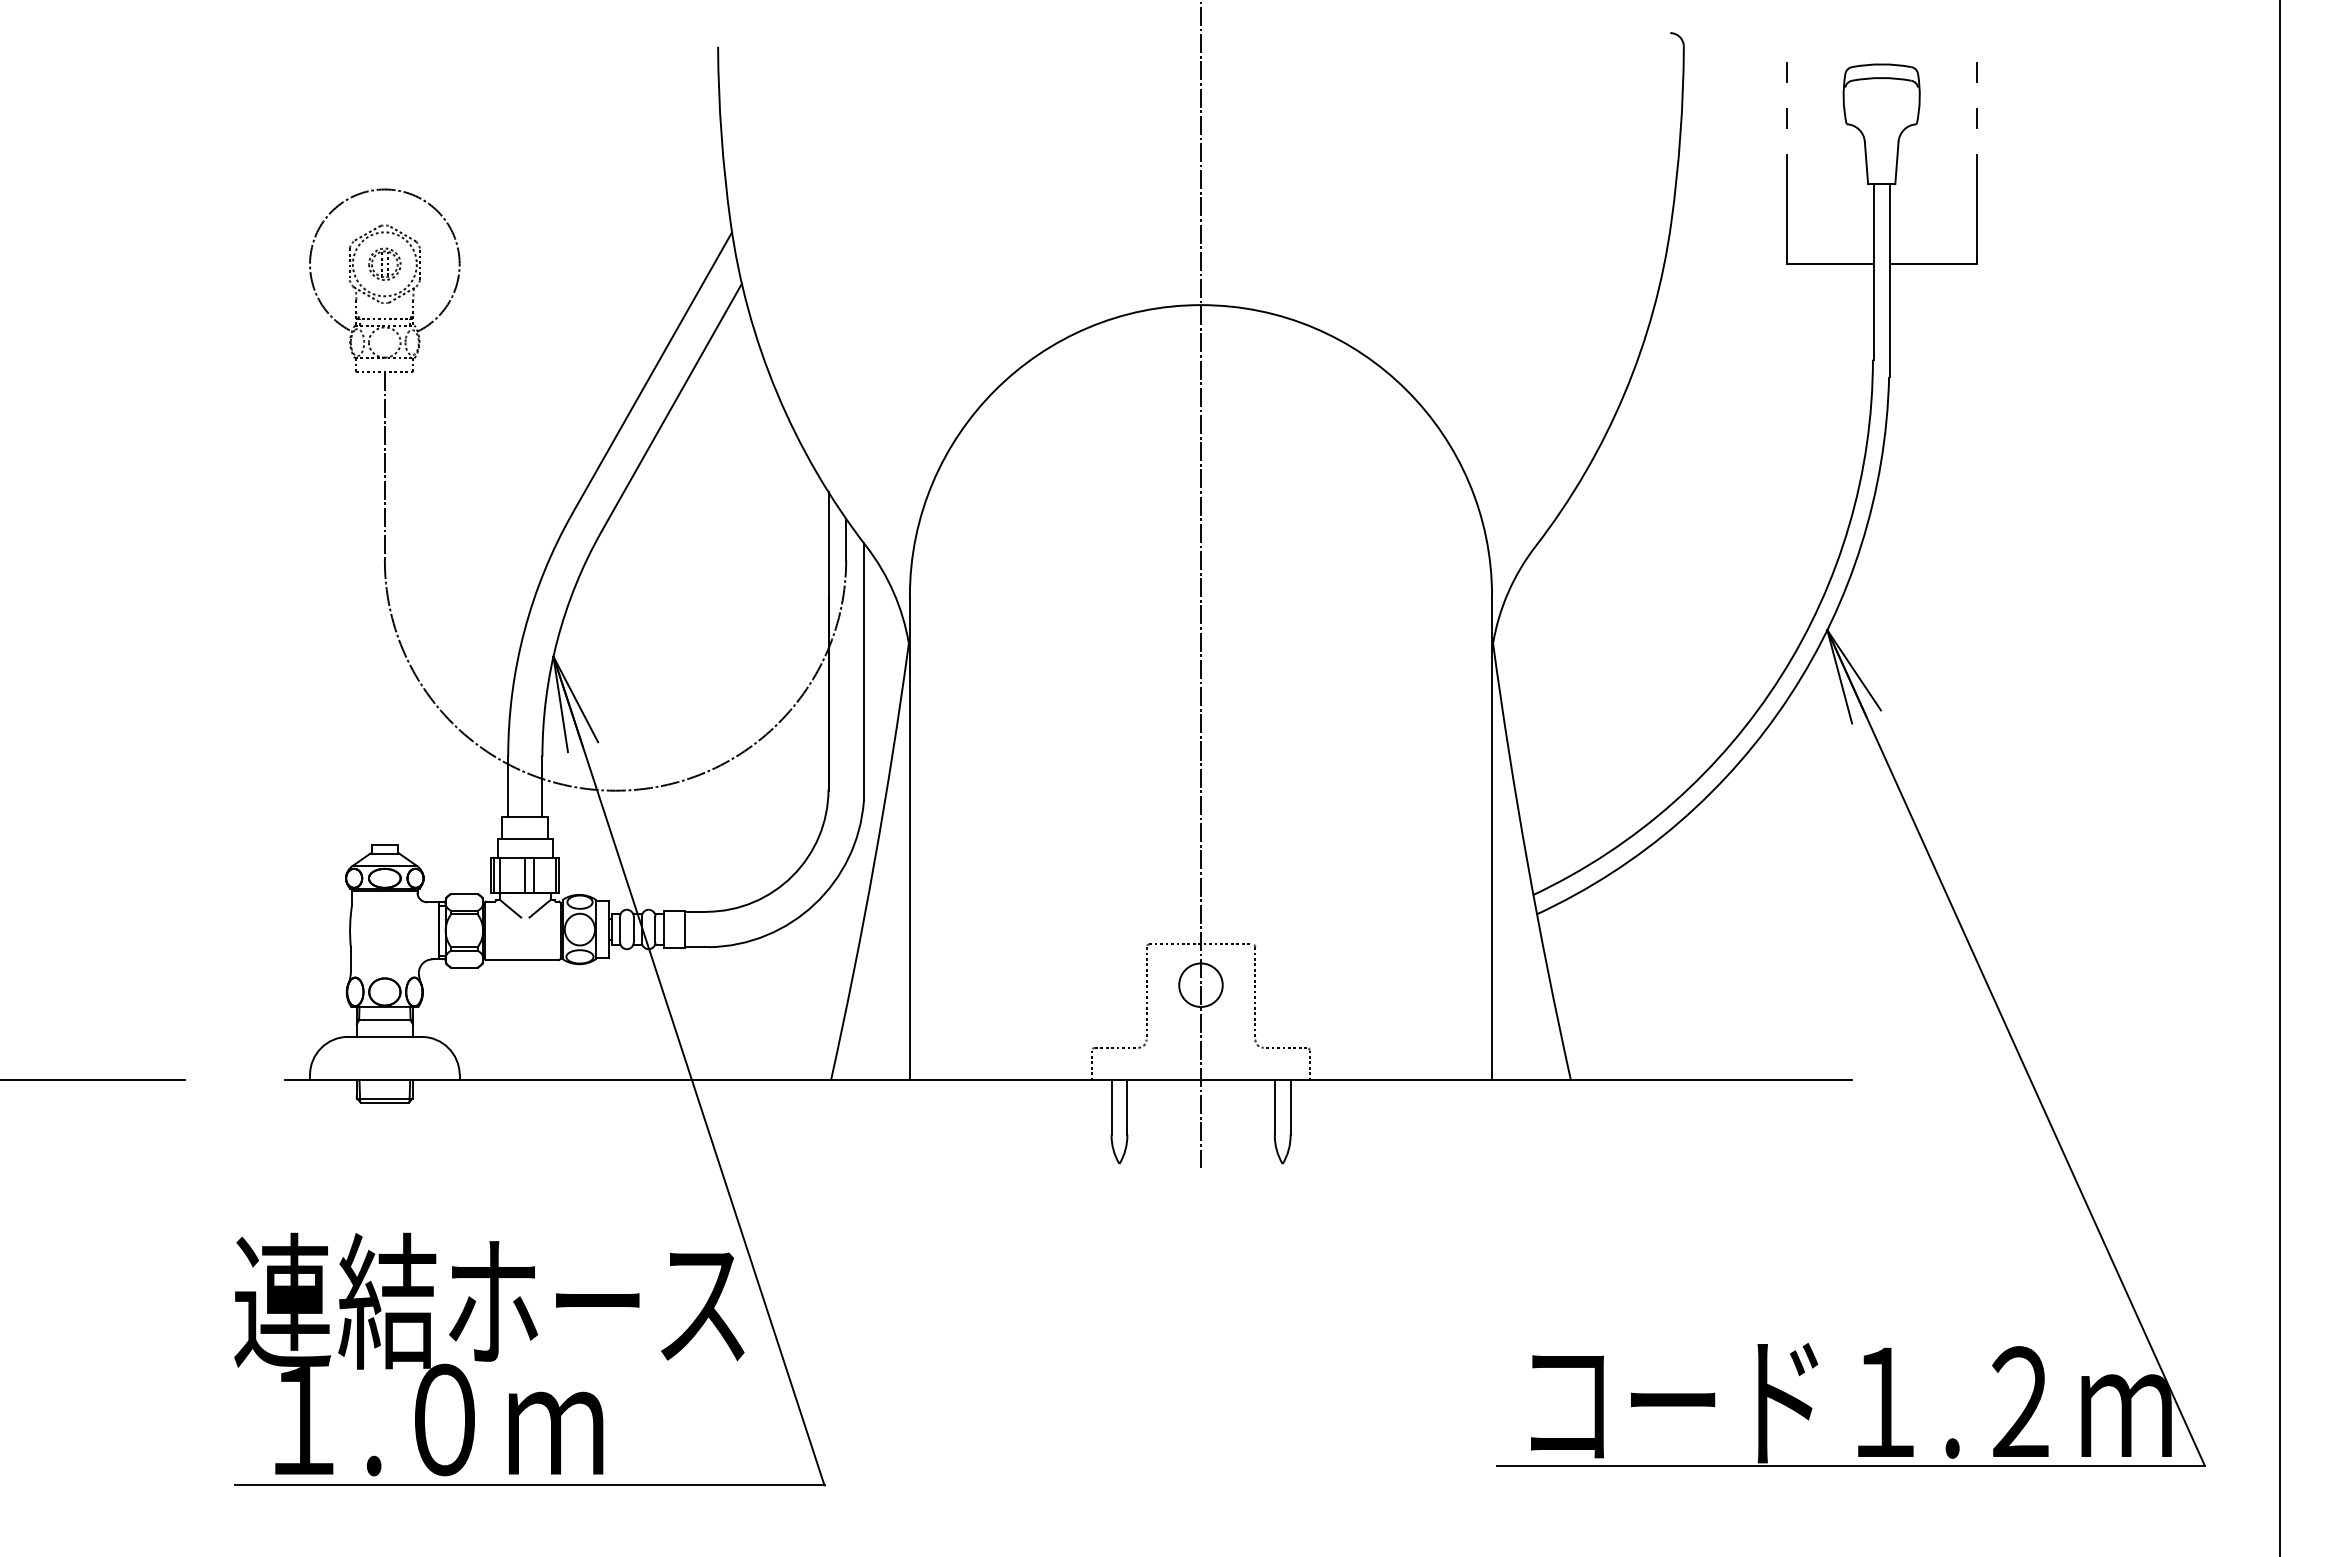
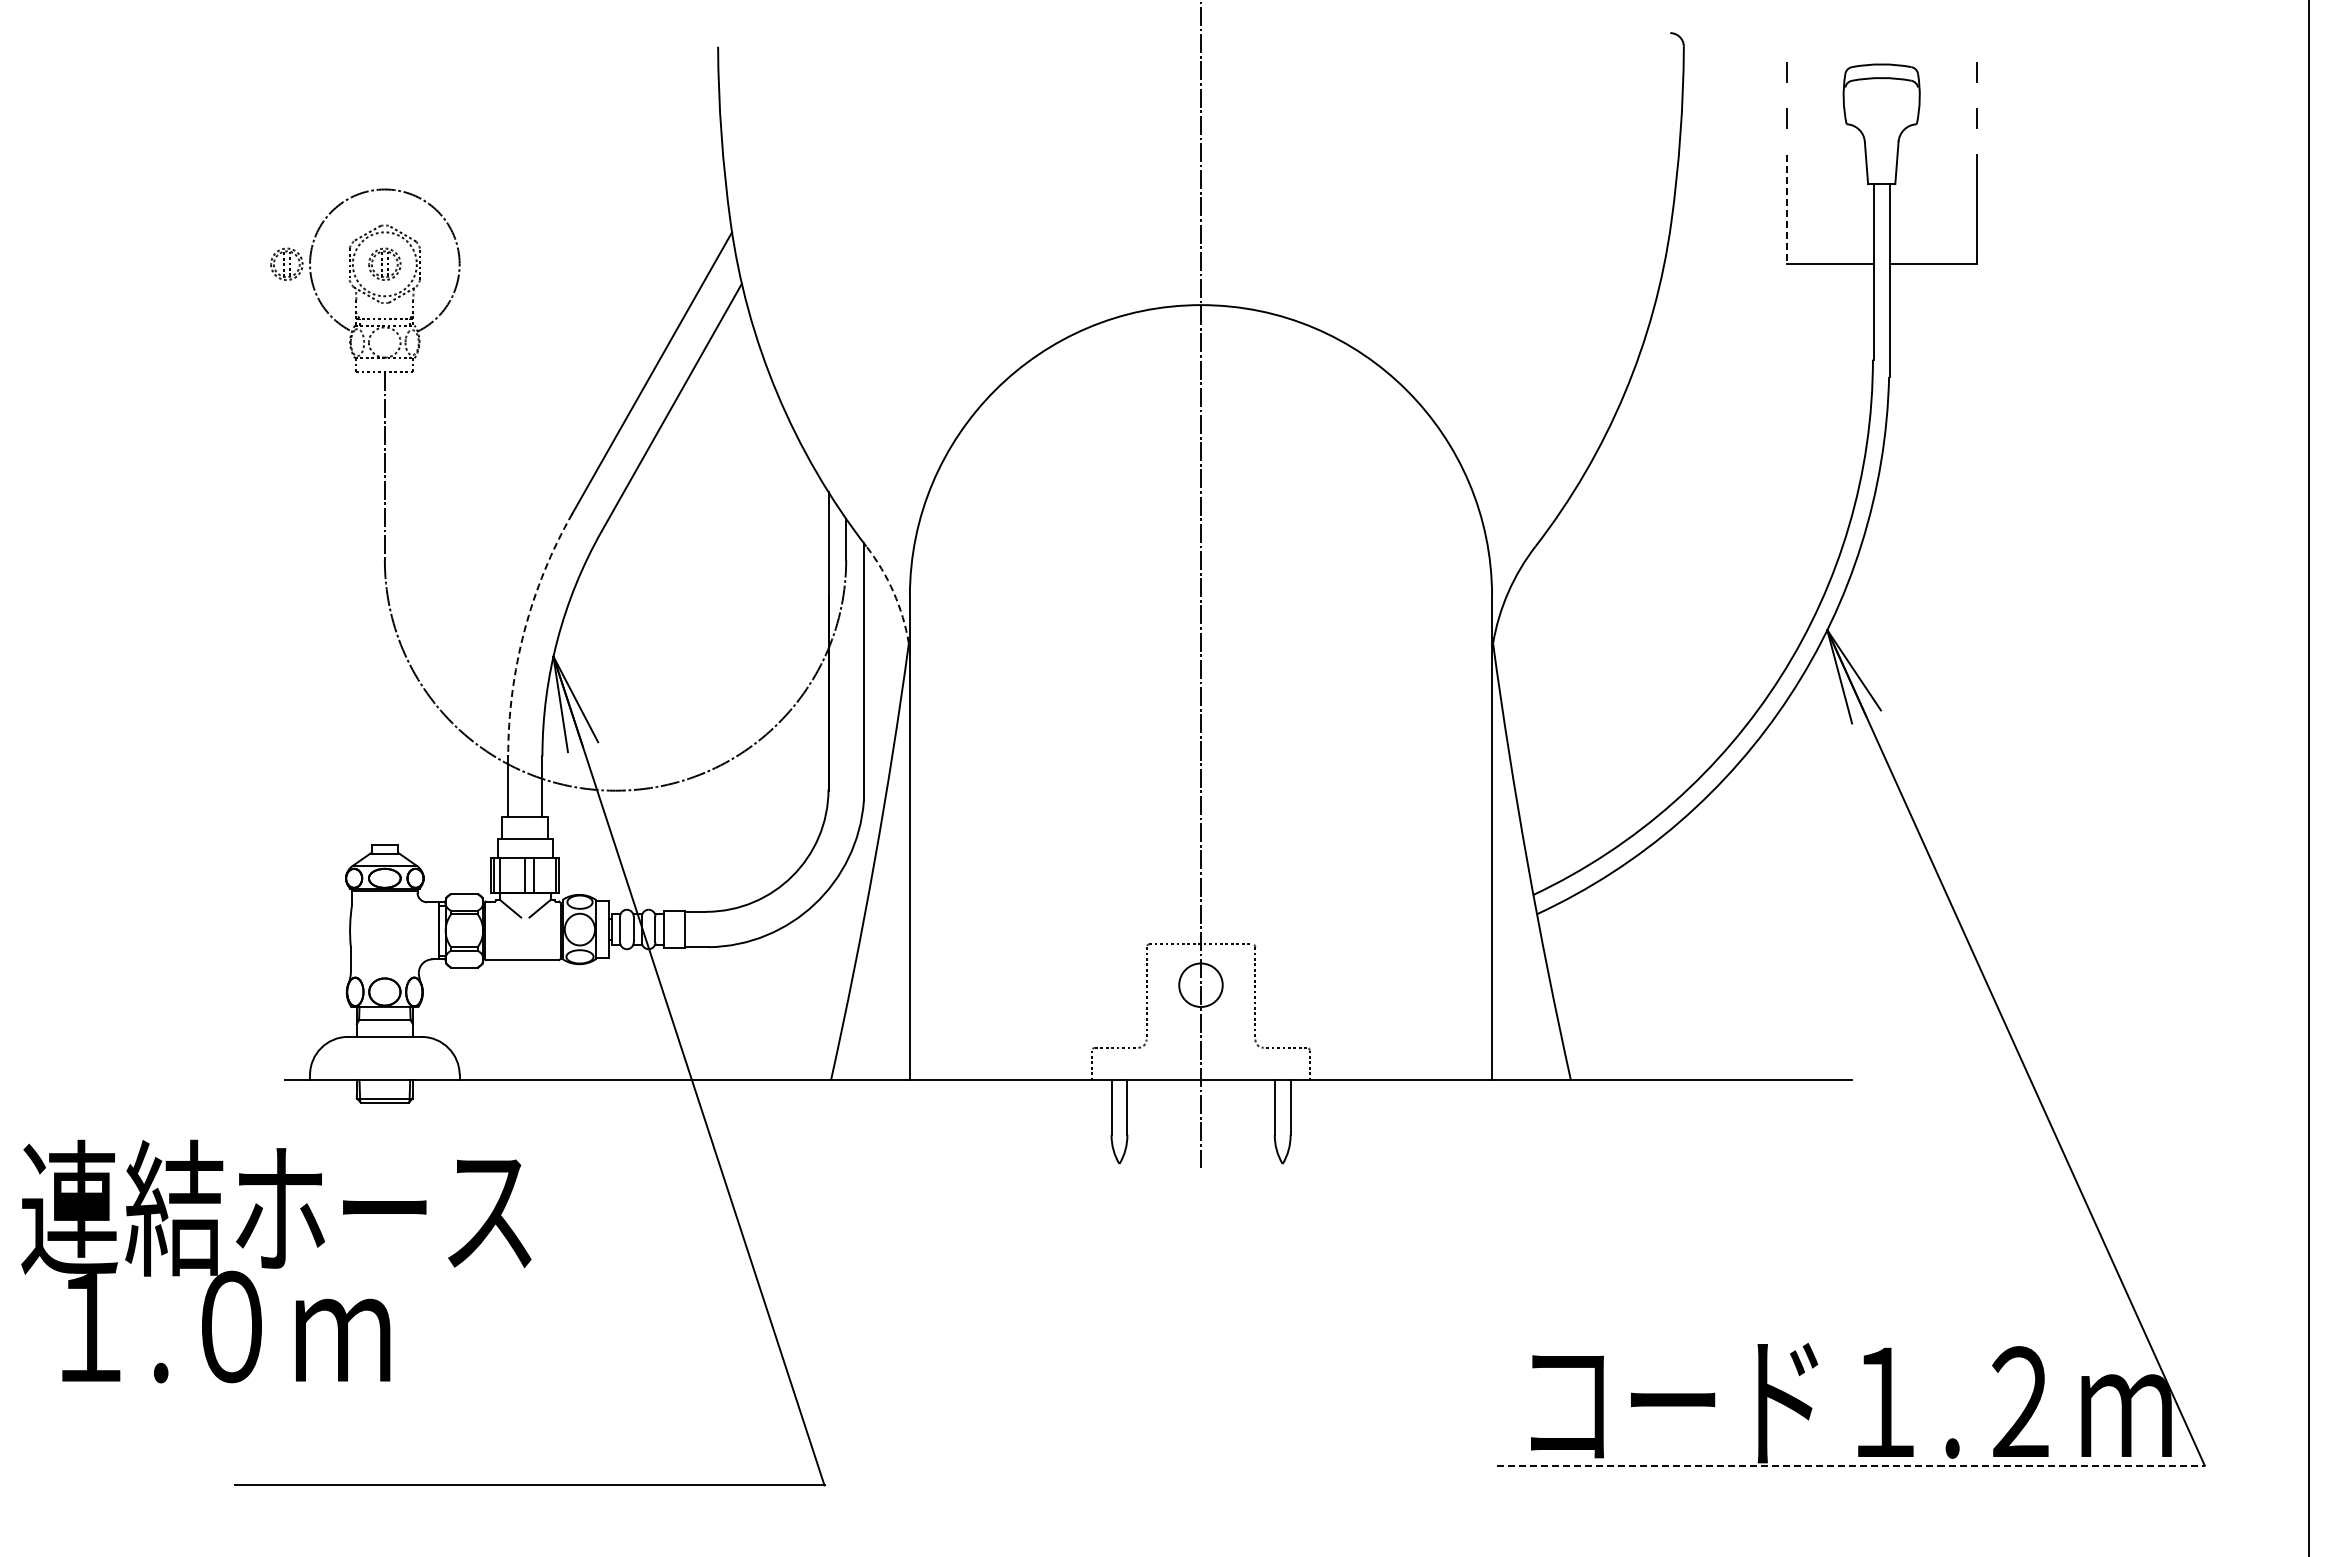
line at (1786, 210): solid -> dashed
part at (286, 263): none -> present
arc at (893, 592): solid -> dashed
arc at (524, 631): solid -> dashed
line at (2279, 777) position: (2279, 777) -> (2308, 777)
line at (93, 1080): present -> none
text at (489, 1354) position: (489, 1354) -> (276, 1261)
line at (1851, 1465): solid -> dashed
